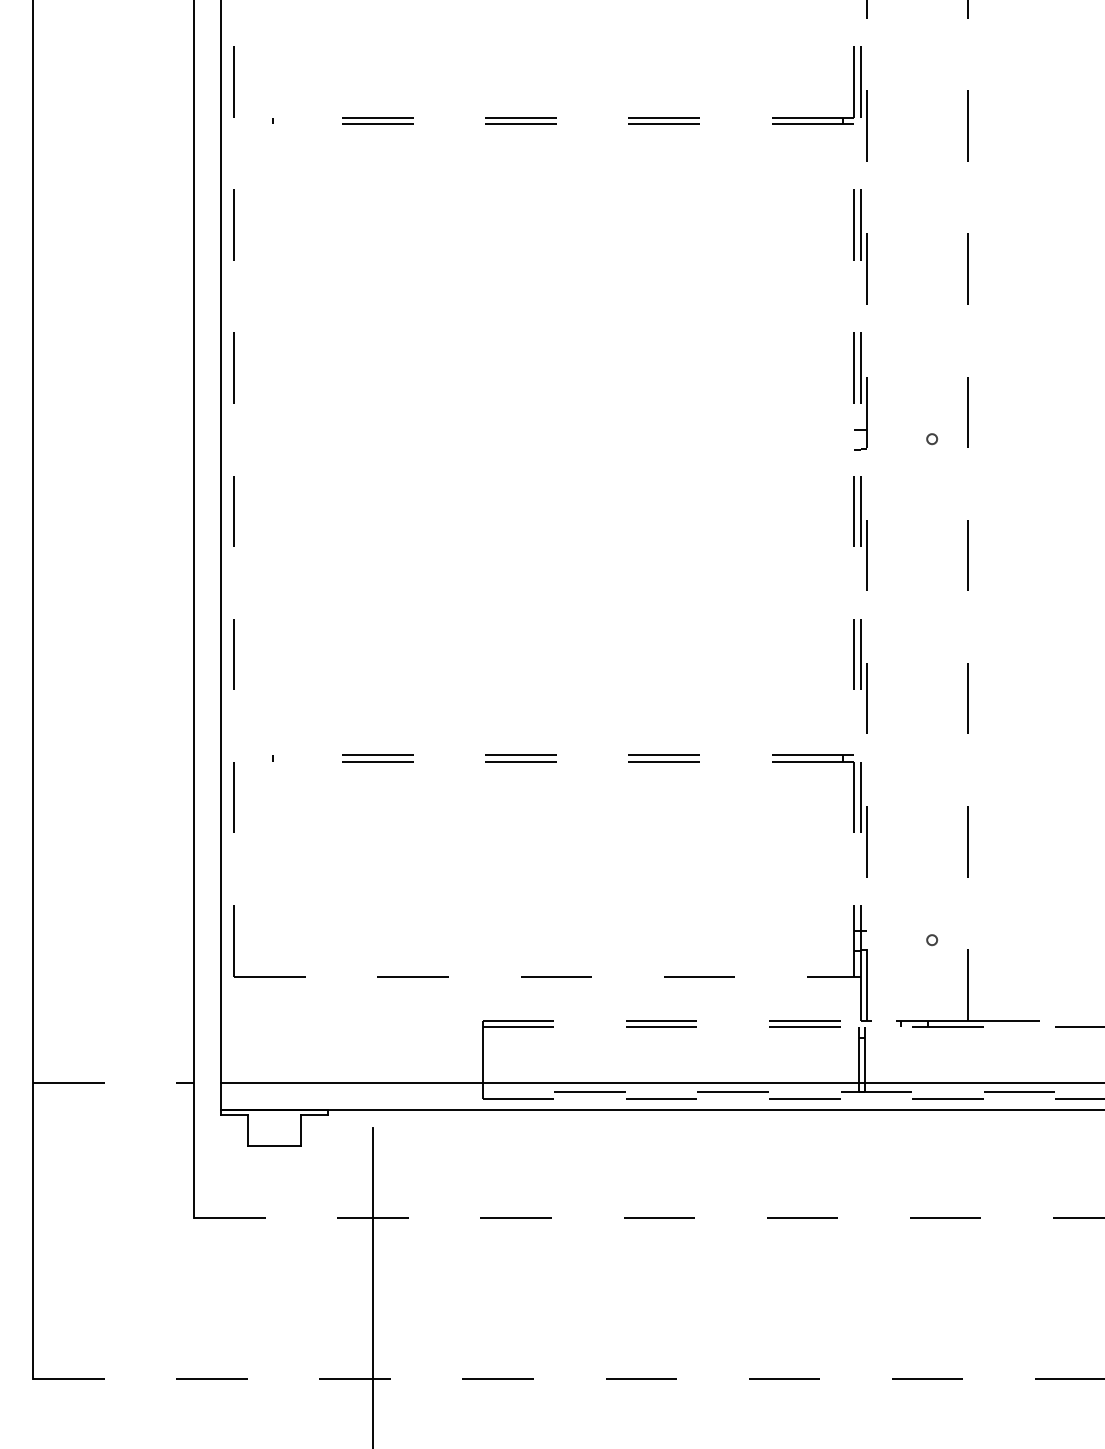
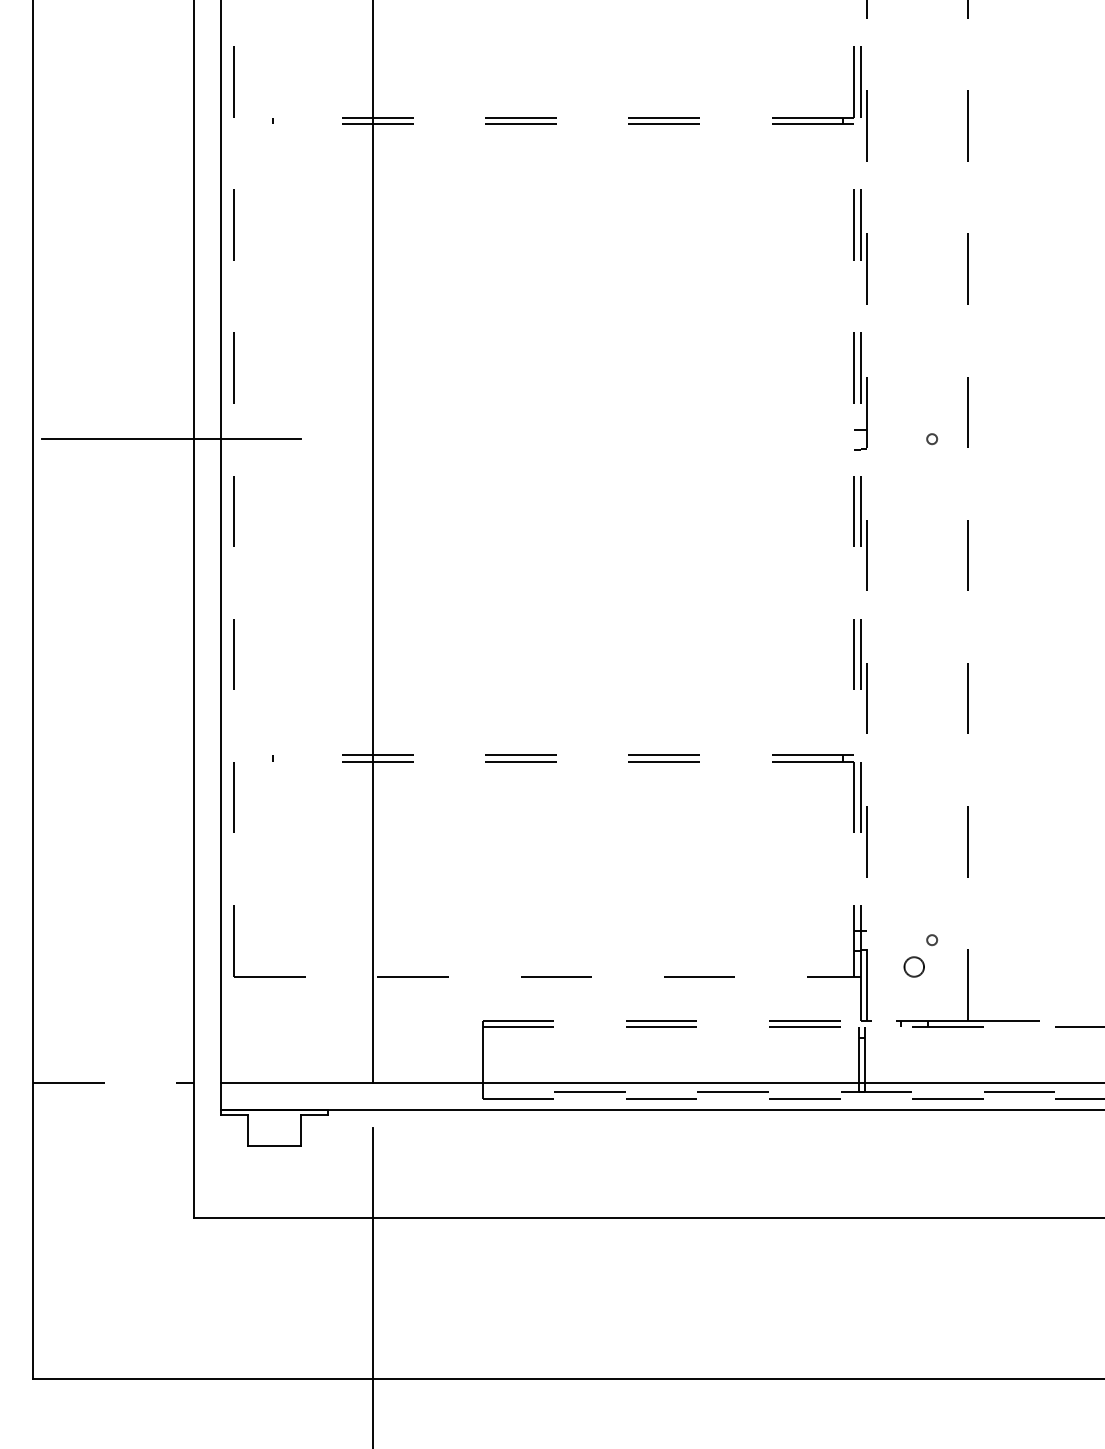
line at (171, 439): none -> present
line at (373, 542): none -> present
circle at (913, 966): none -> present
line at (649, 1217): dashed -> solid
line at (568, 1378): dashed -> solid
